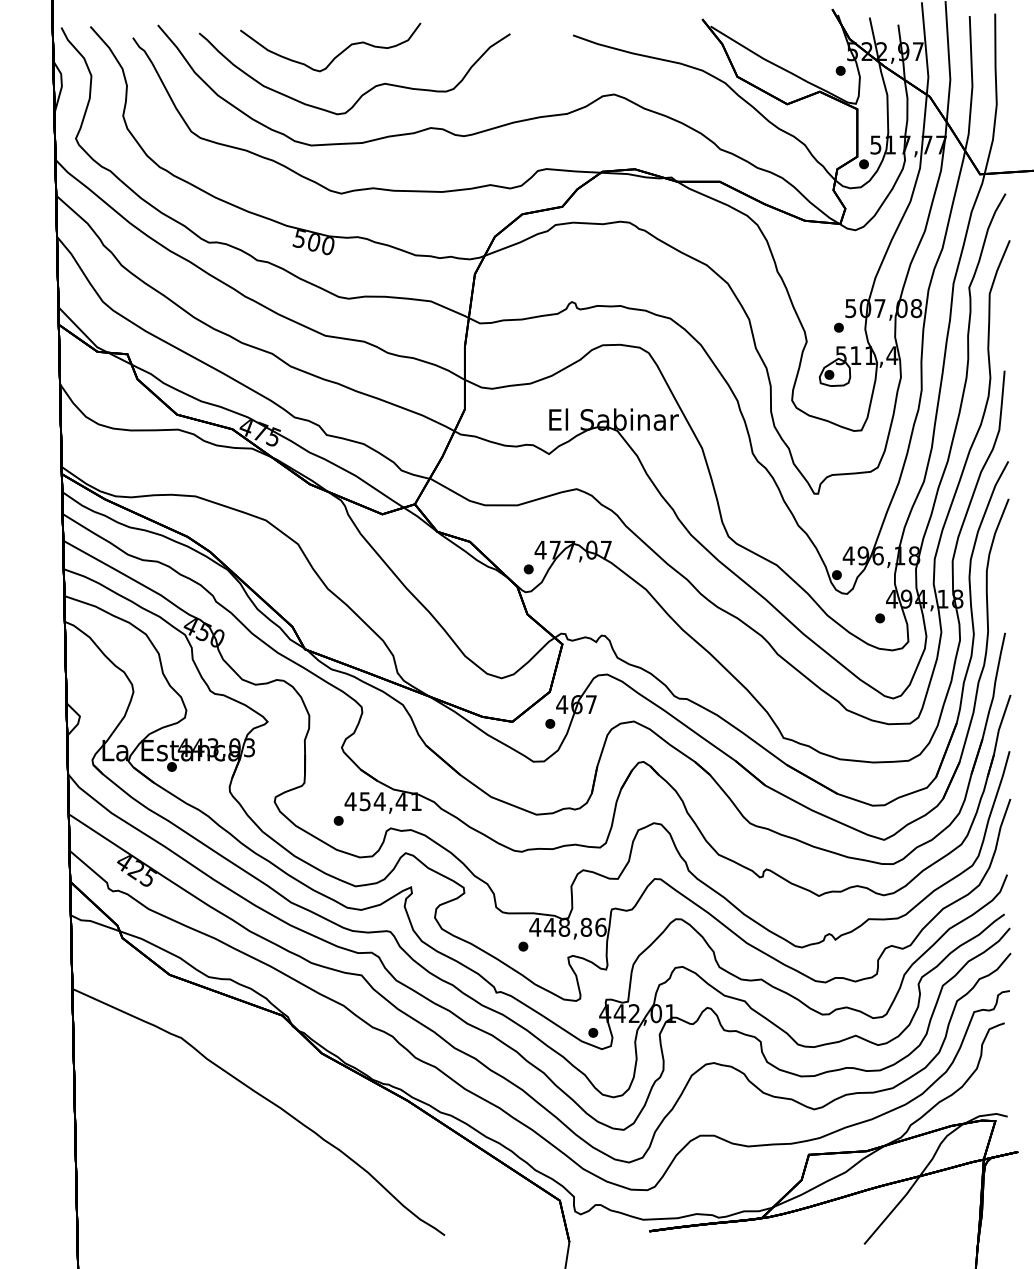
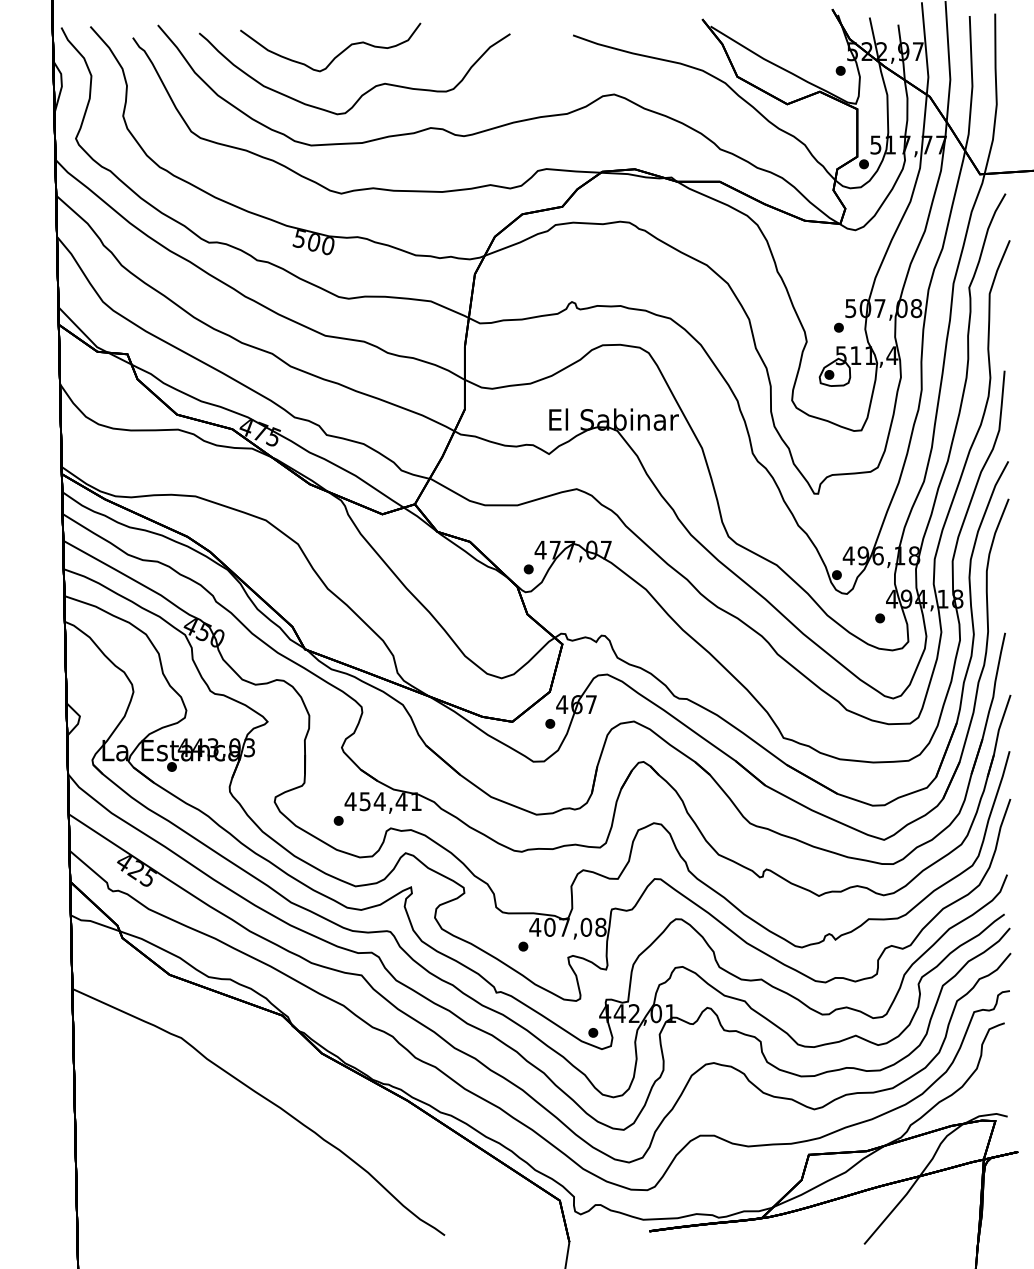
text at (574, 926): 448,86 -> 407,08
